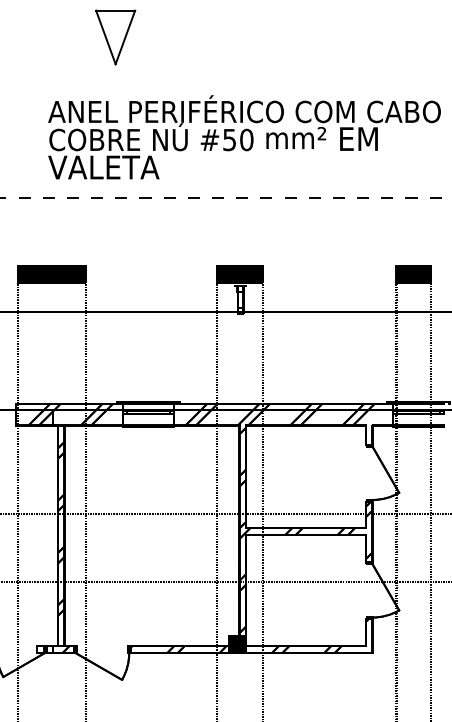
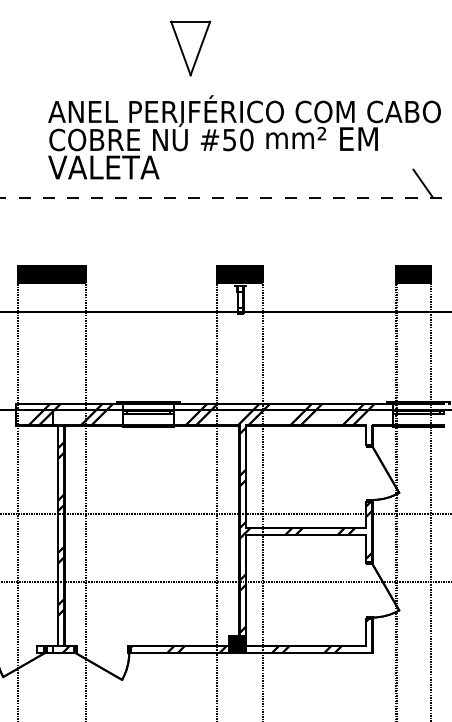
part at (115, 37) position: (115, 37) -> (190, 48)
line at (423, 183): none -> present
